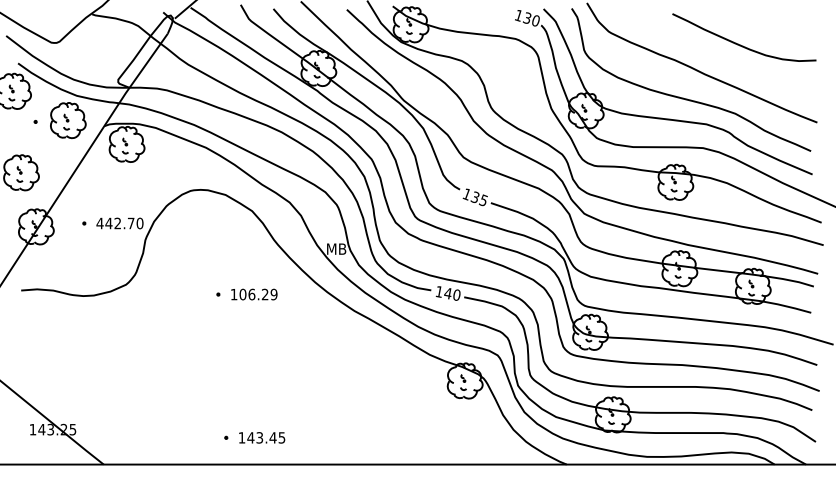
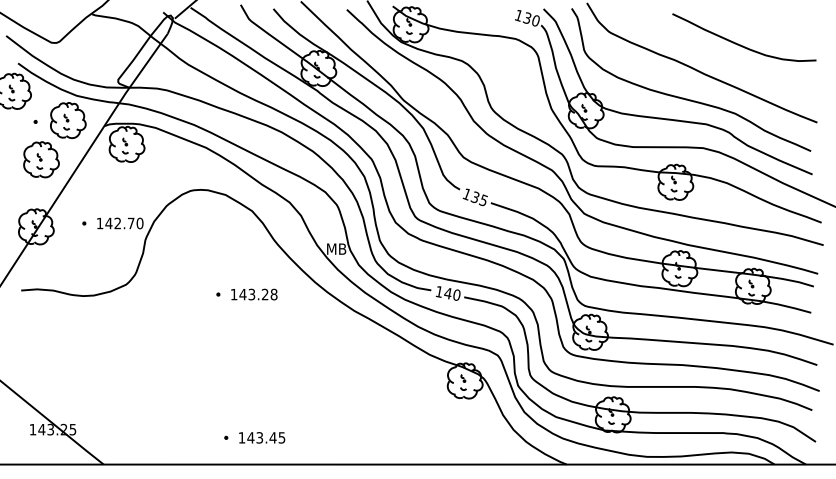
part at (21, 172) position: (21, 172) -> (41, 159)
text at (99, 223): 442.70 -> 142.70
text at (258, 294): 106.29 -> 143.28
